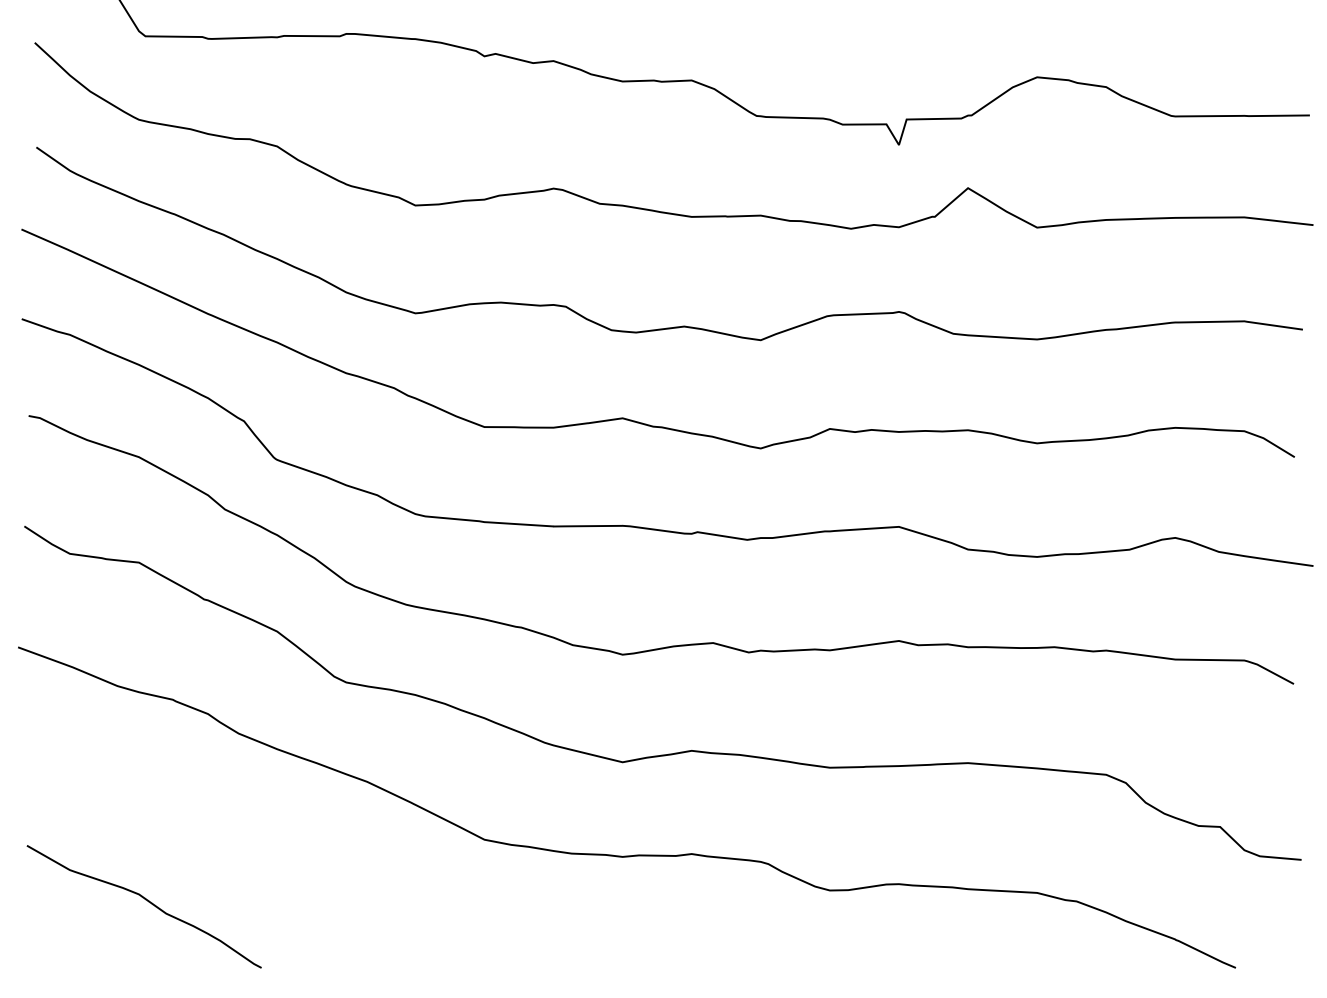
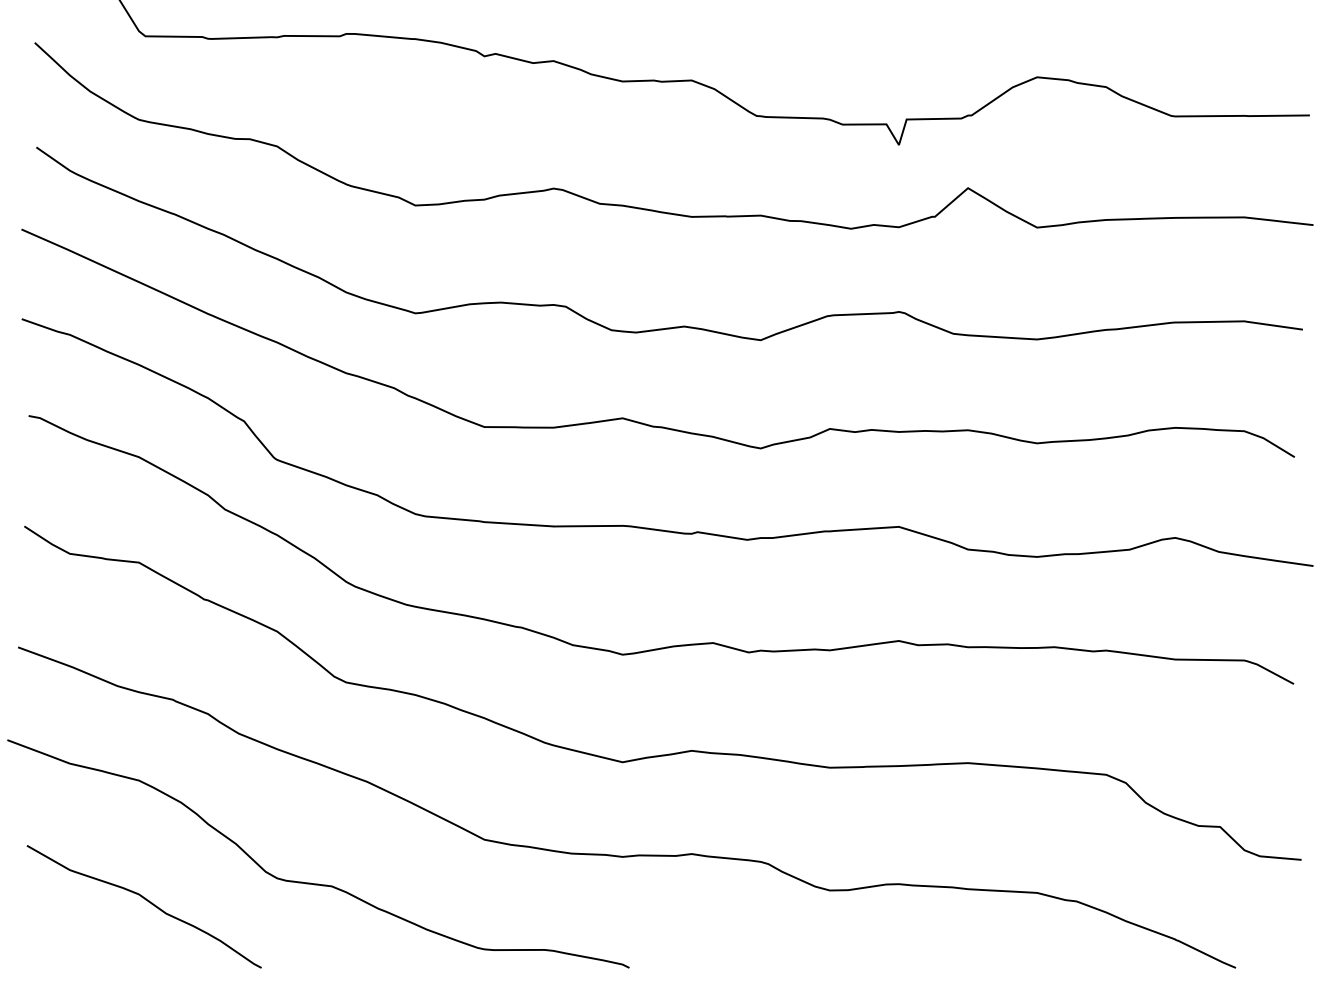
curve at (318, 883): none -> present
